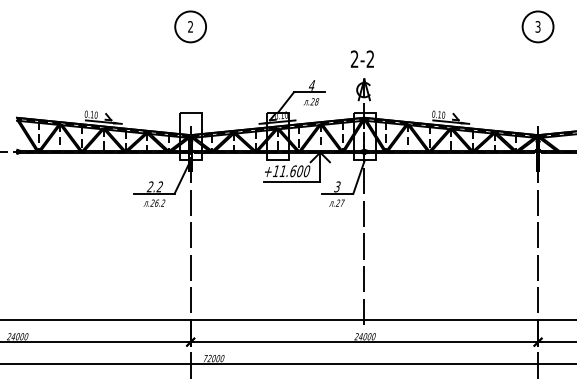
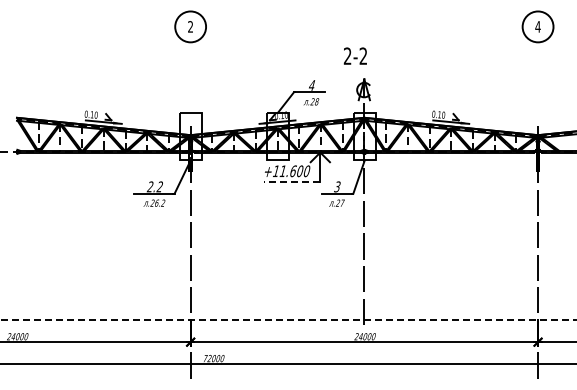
text at (537, 26): 3 -> 4
text at (361, 58) position: (361, 58) -> (354, 55)
line at (292, 181): solid -> dashed
line at (288, 320): solid -> dashed
